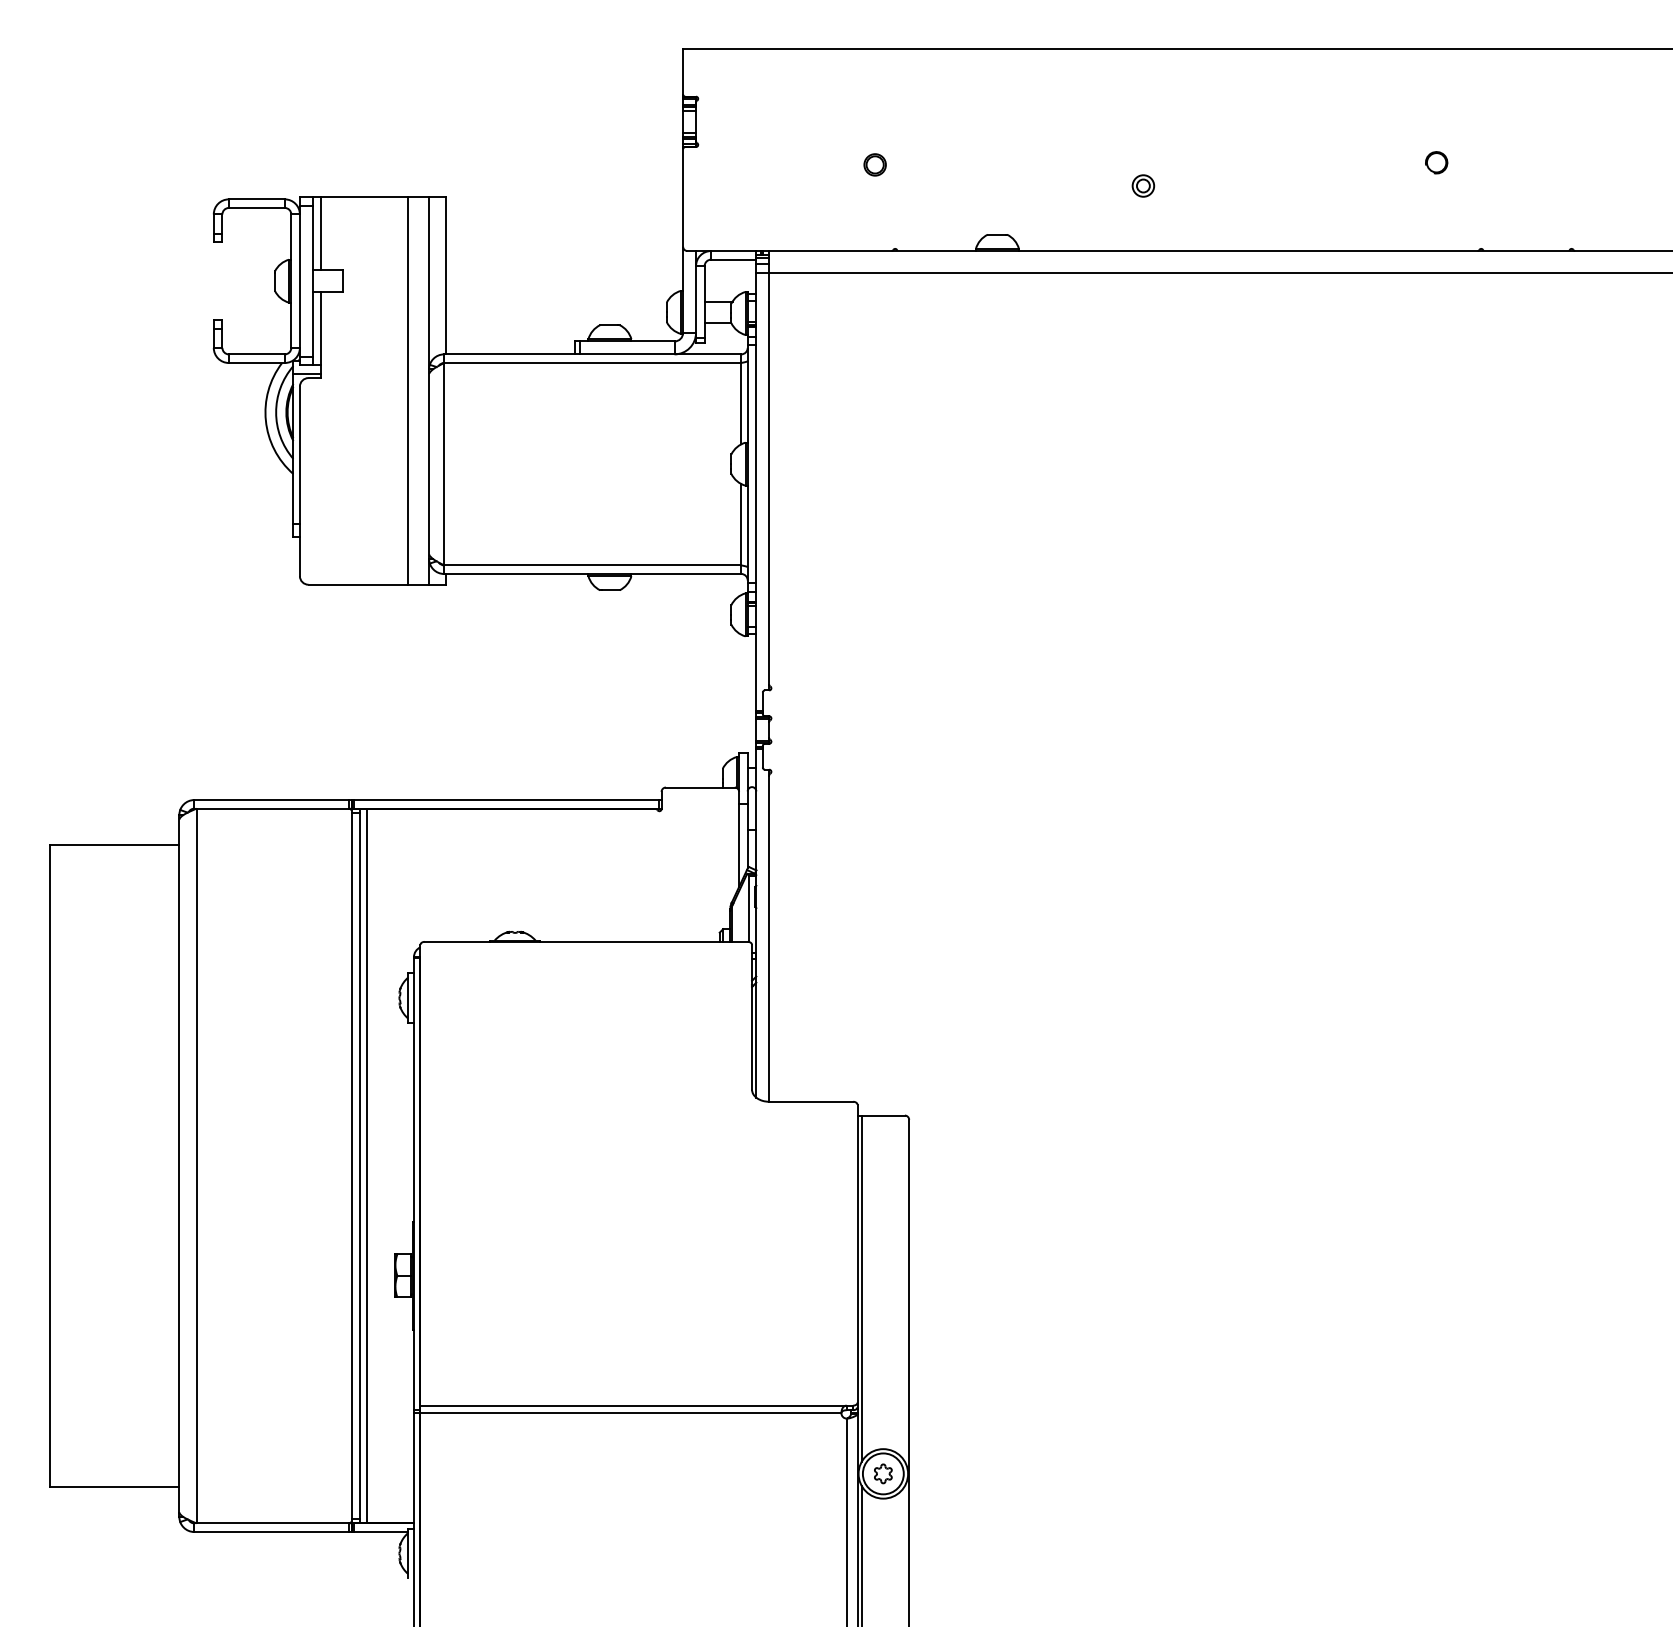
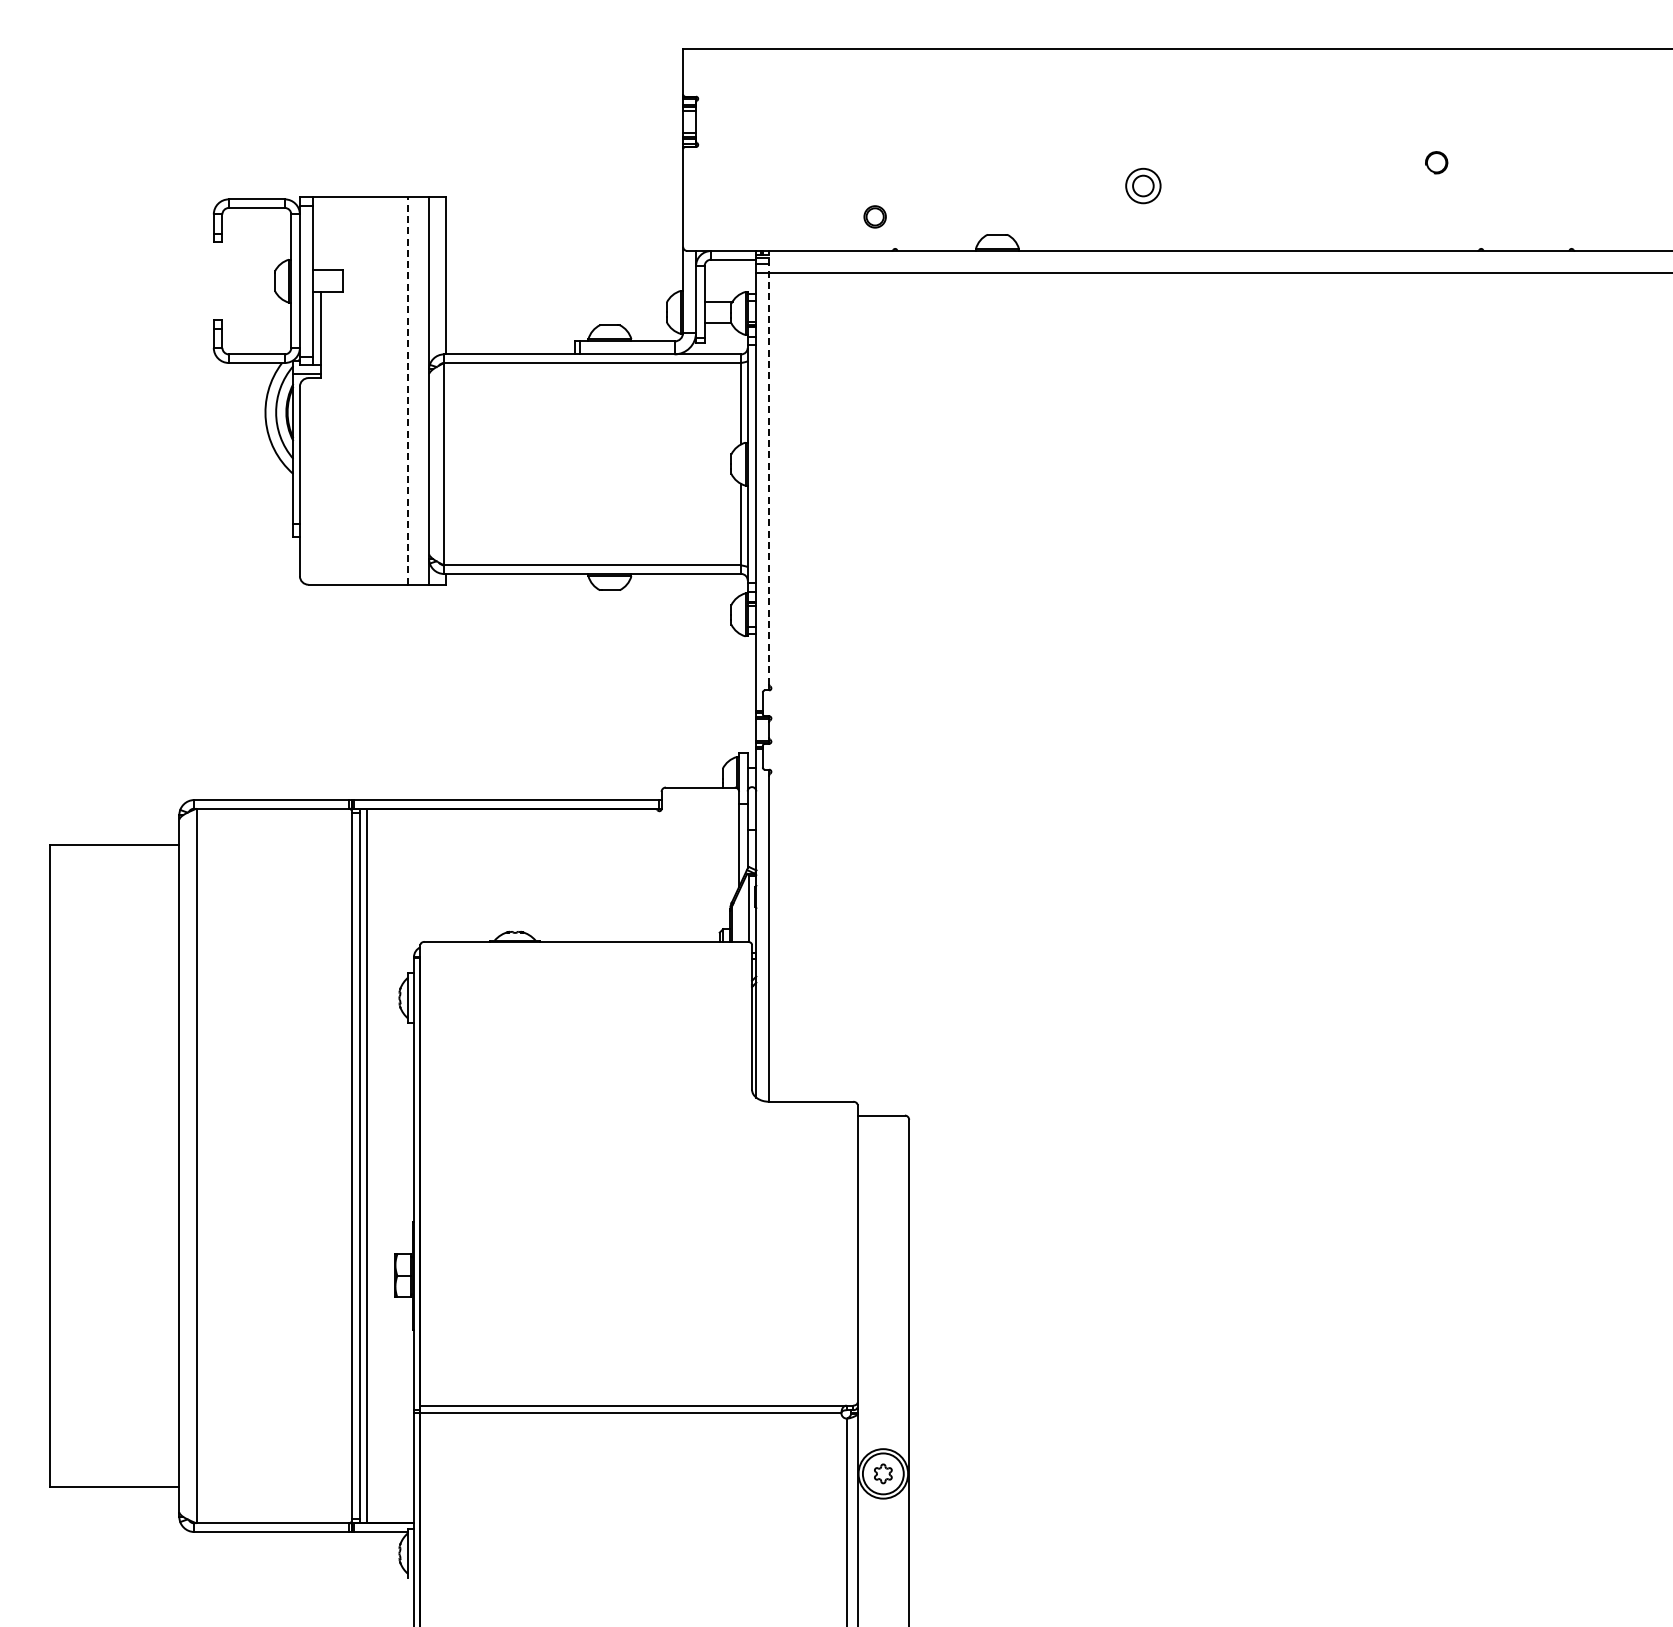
part at (874, 164) position: (874, 164) -> (874, 216)
part at (1143, 185) size: 25x24 px -> 37x38 px
line at (321, 233): present -> none
line at (407, 390): solid -> dashed
line at (769, 467): solid -> dashed
line at (861, 1288): present -> none
line at (861, 1554): present -> none
